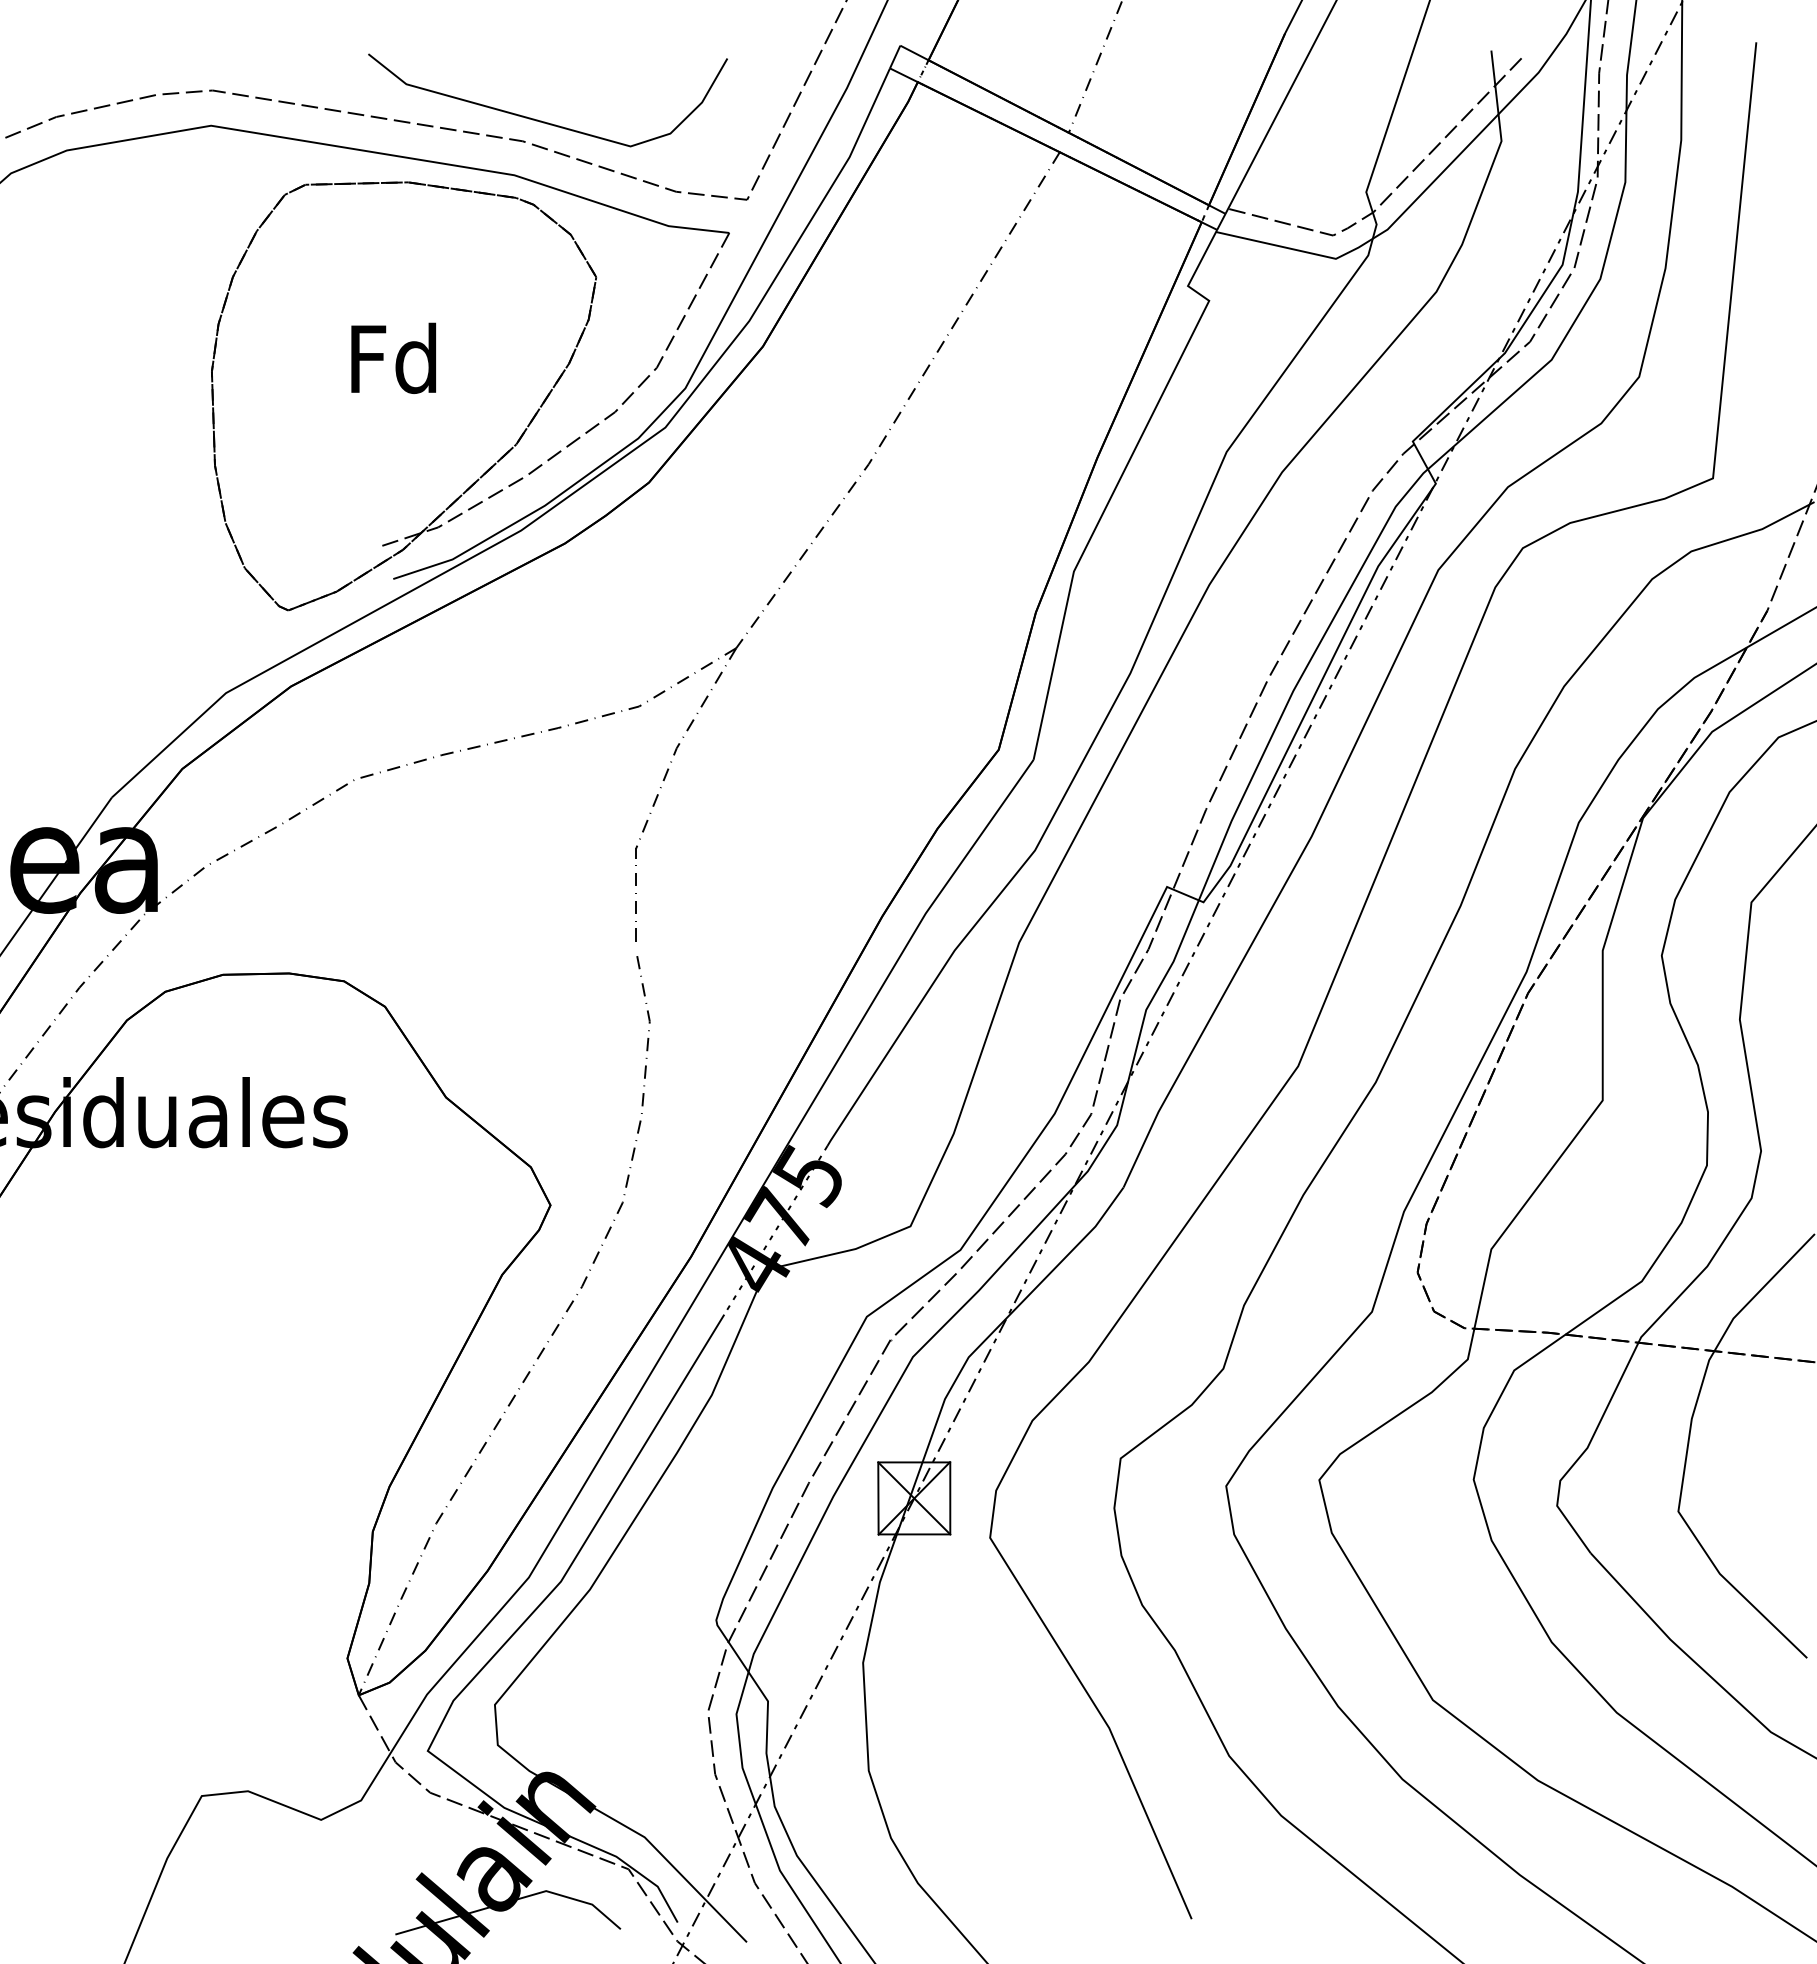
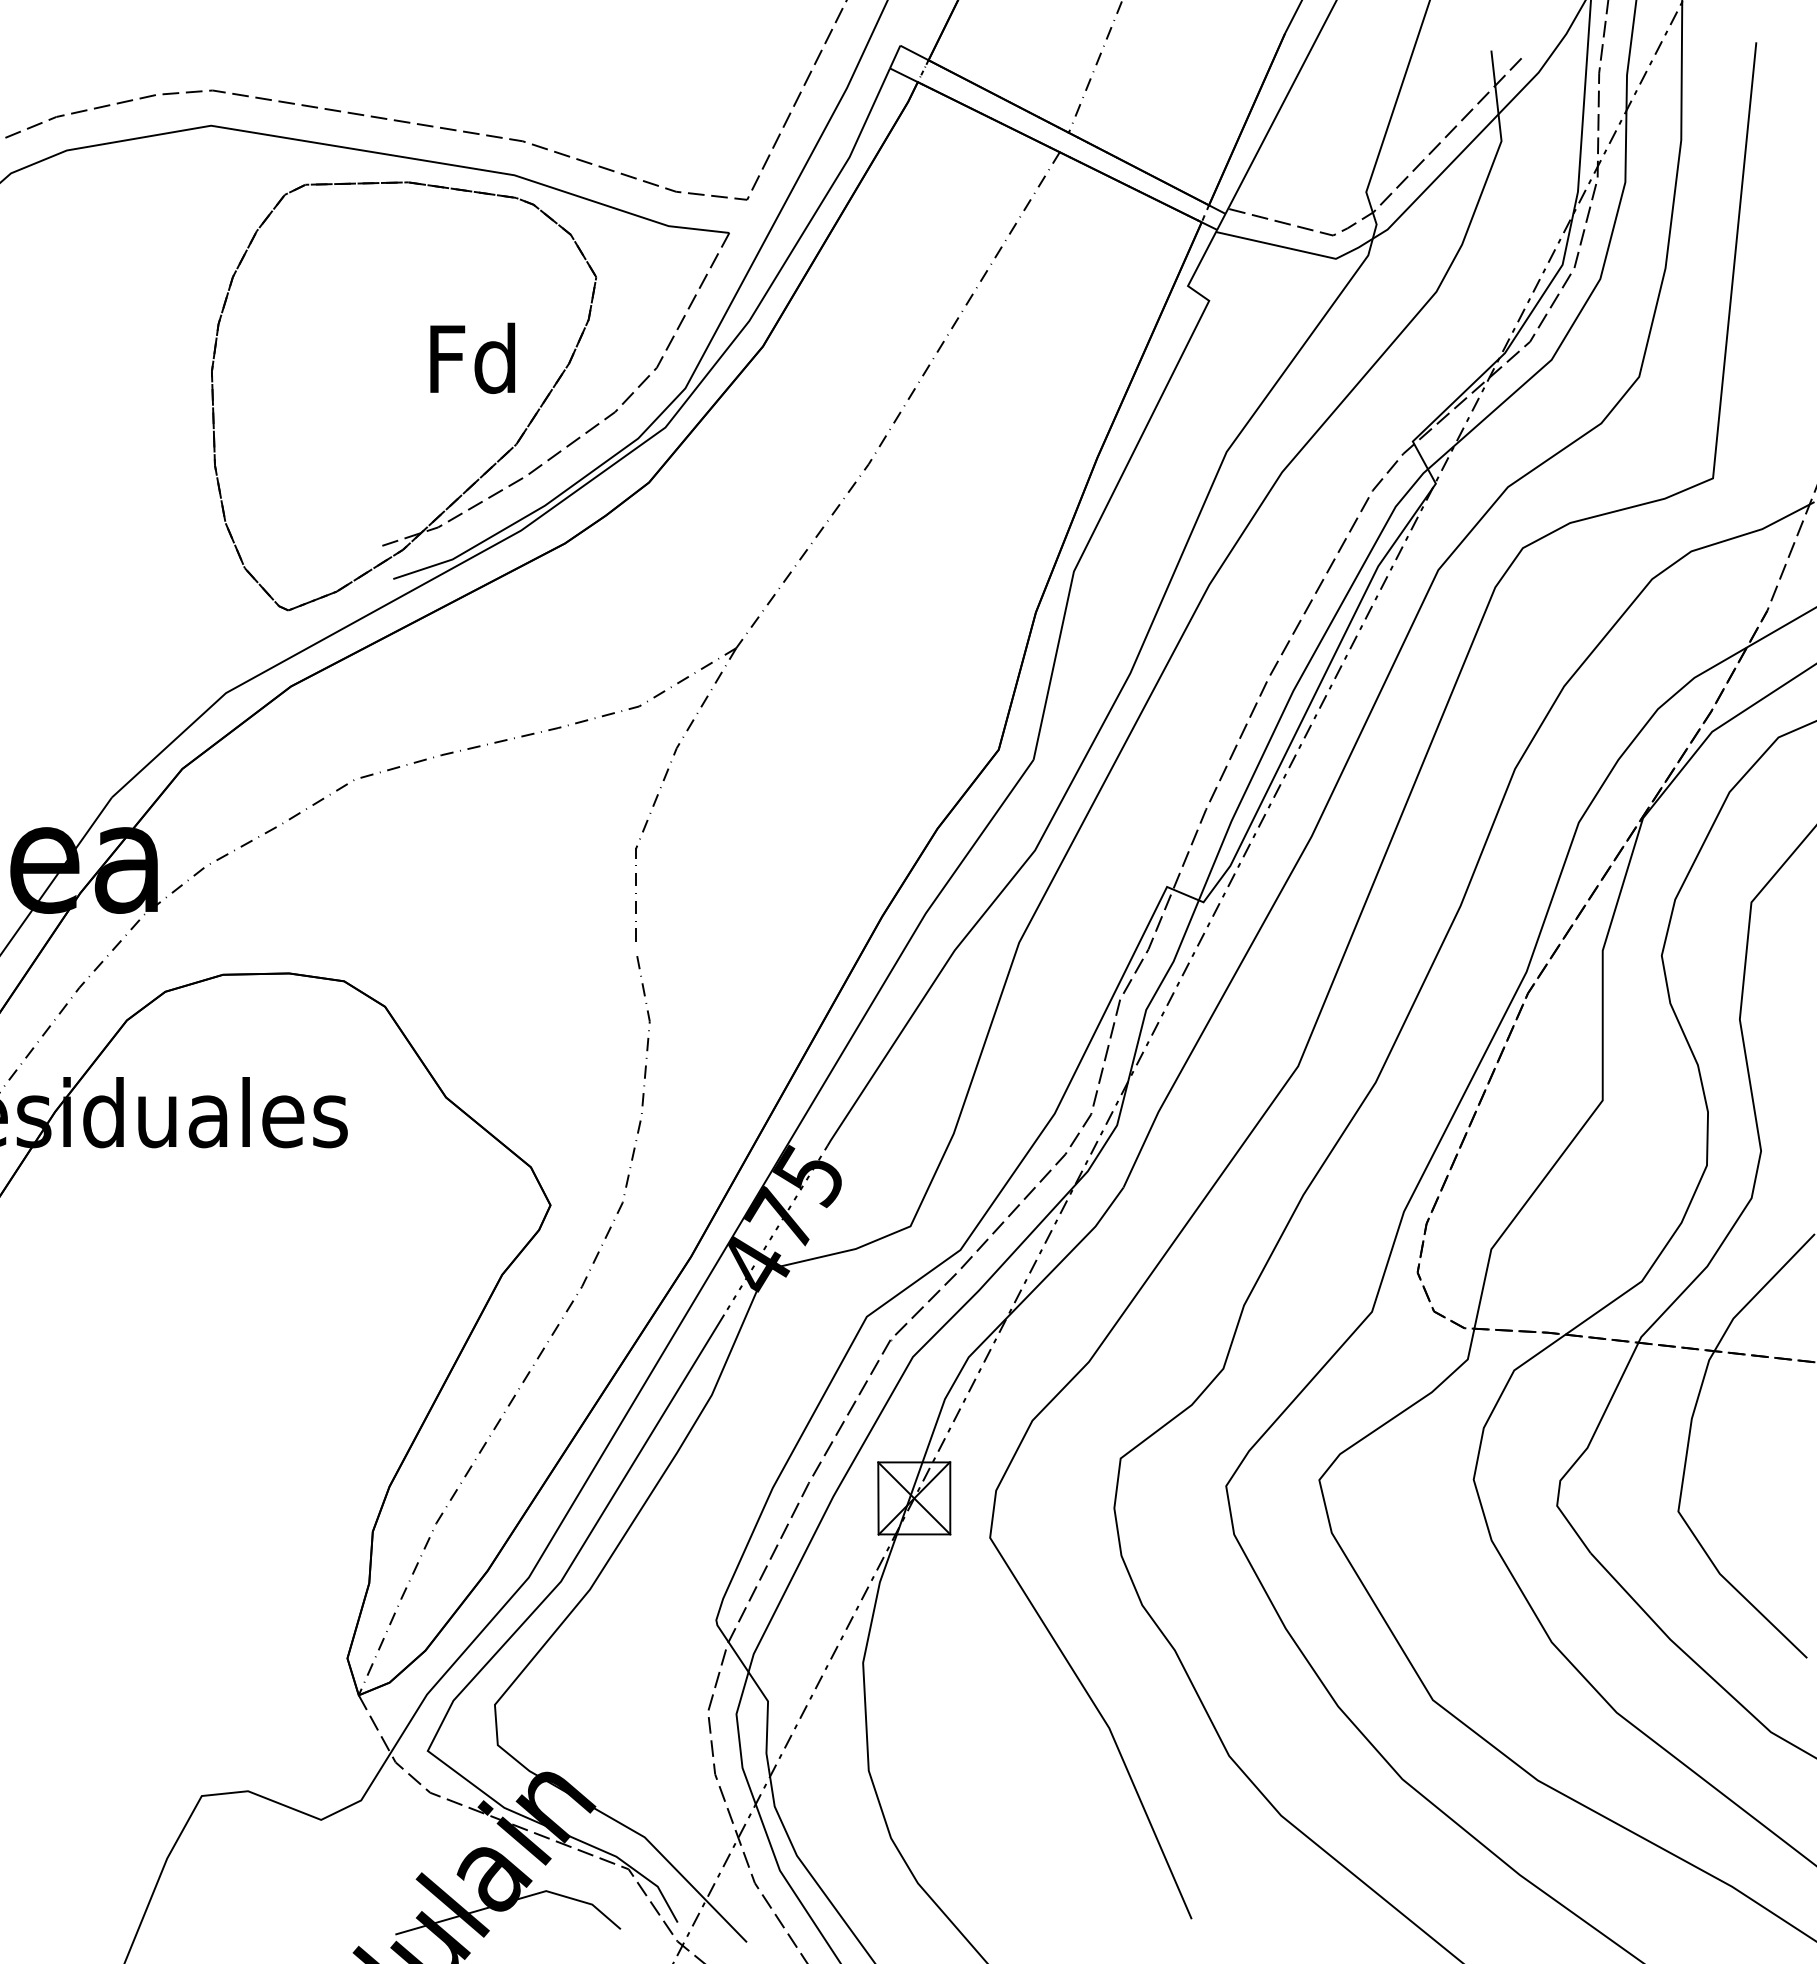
curve at (541, 120): present -> none
text at (393, 357) position: (393, 357) -> (472, 357)
